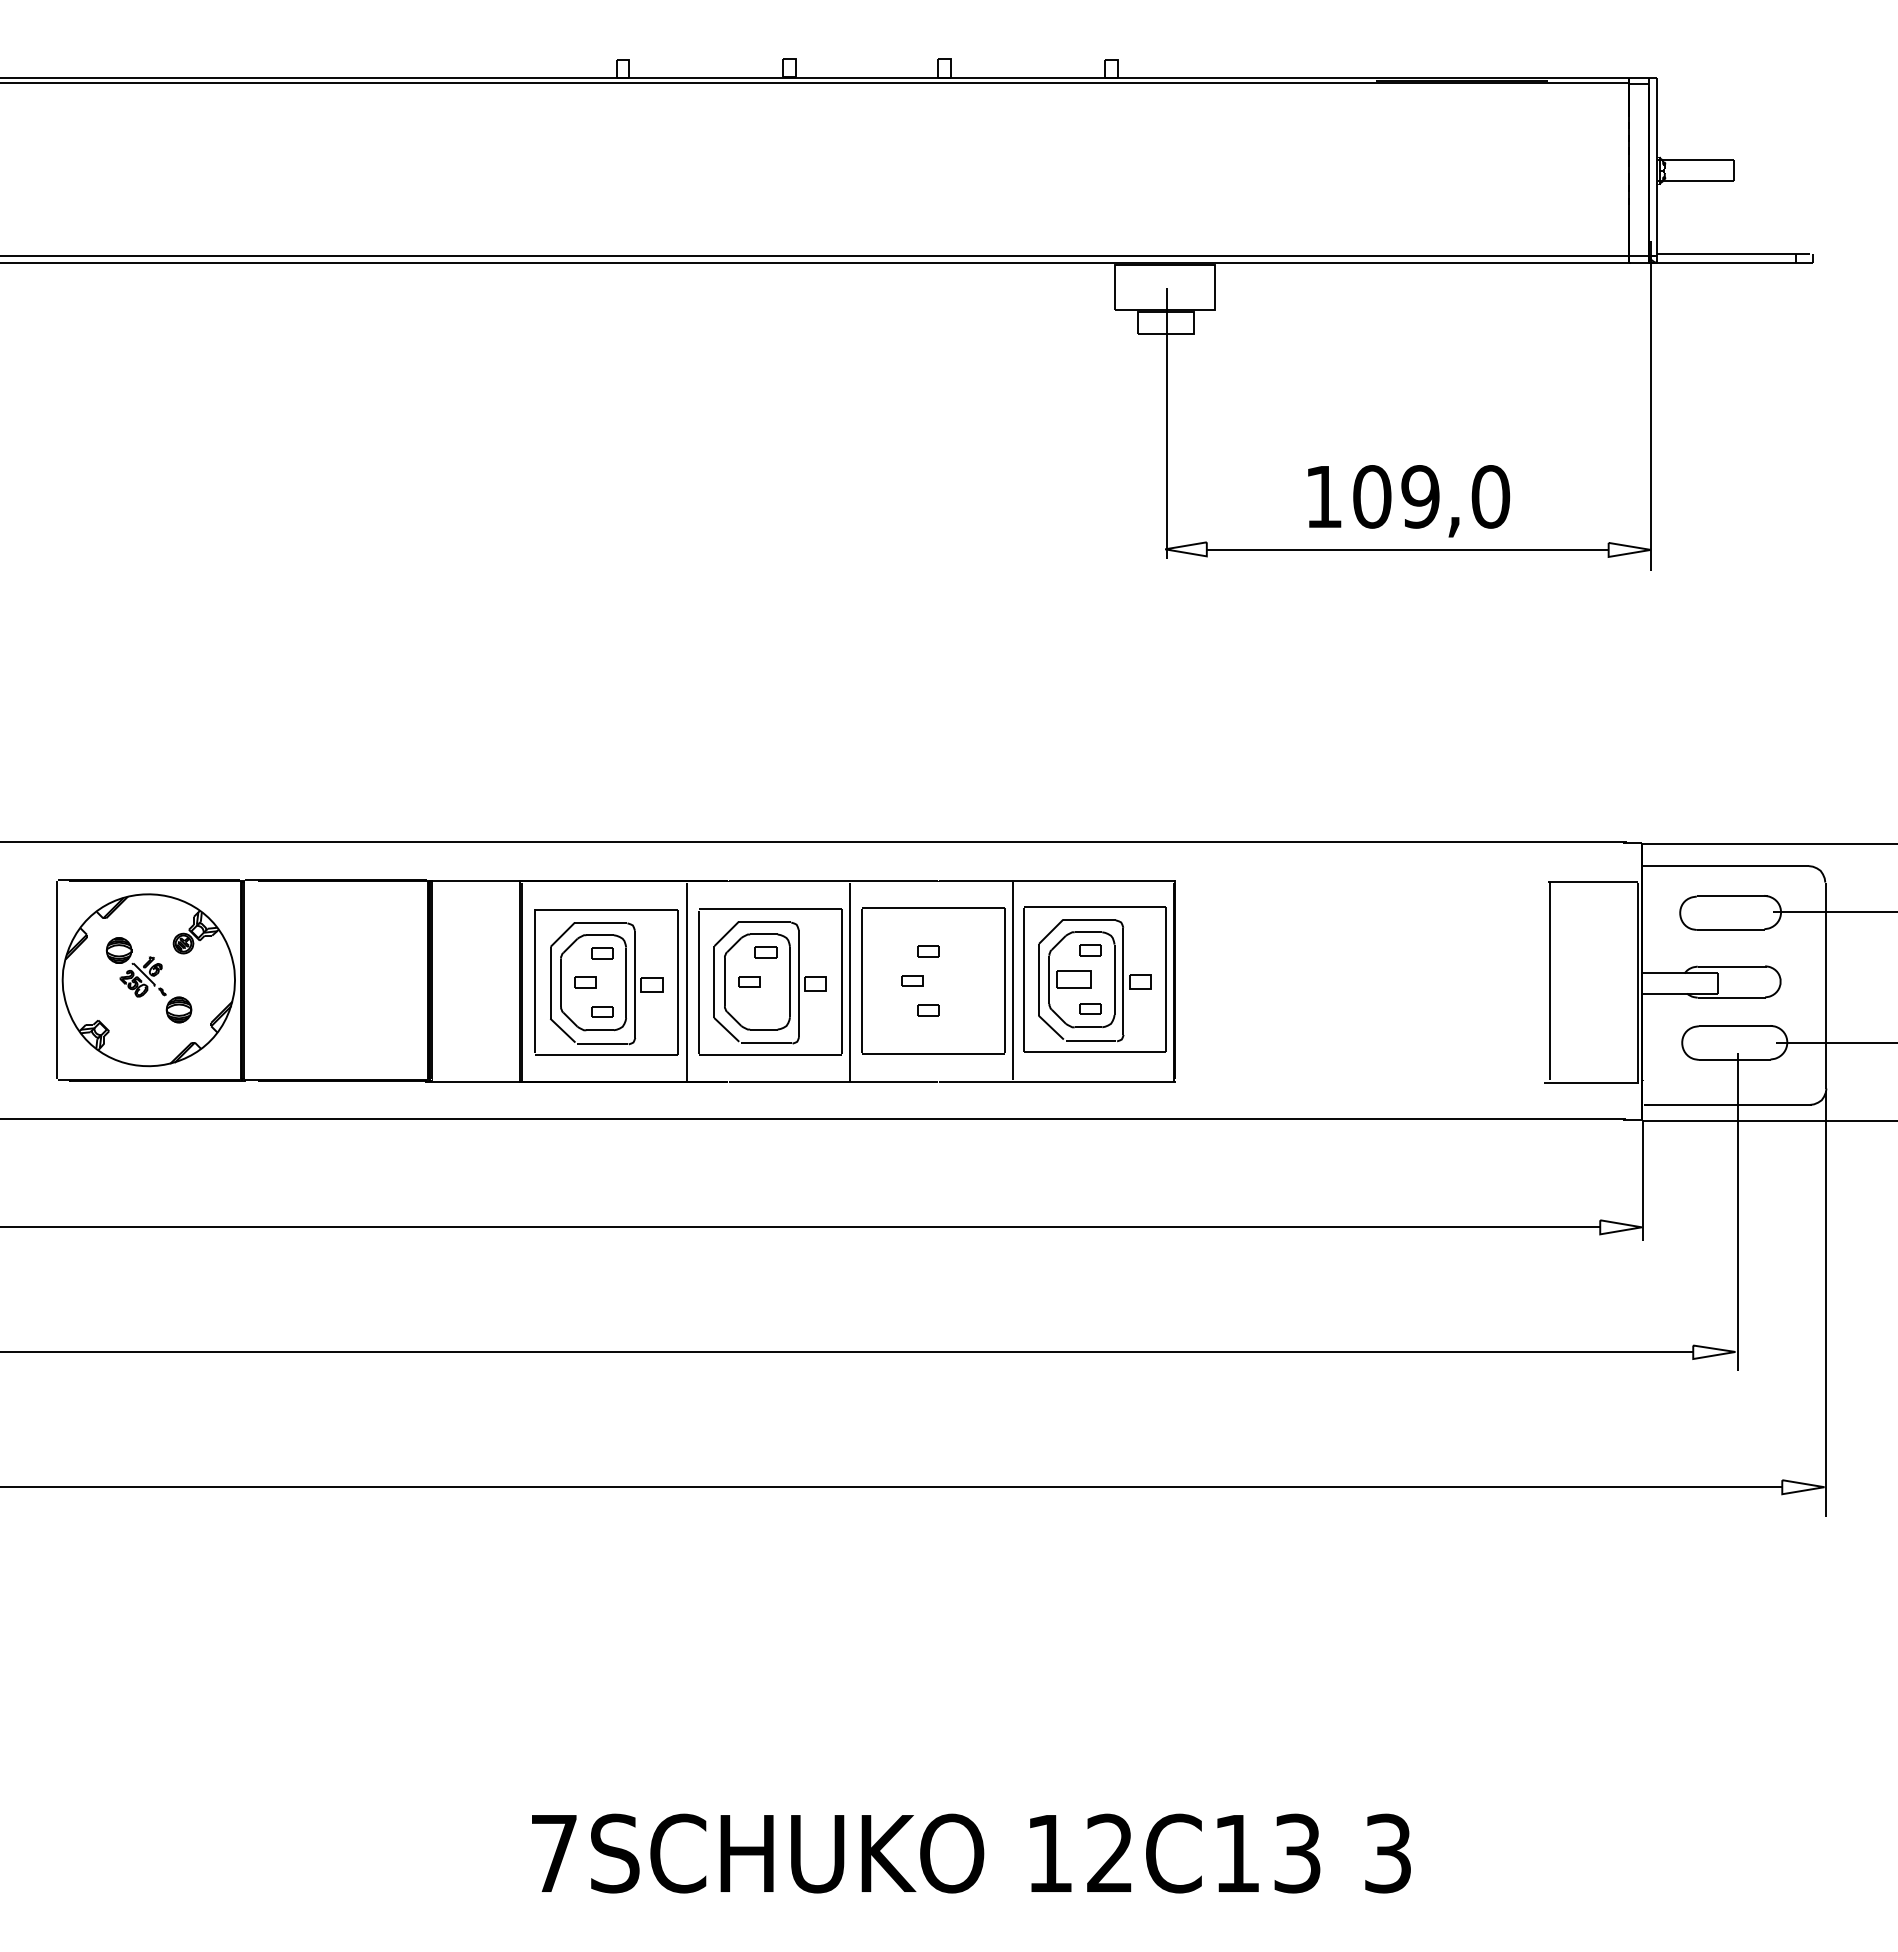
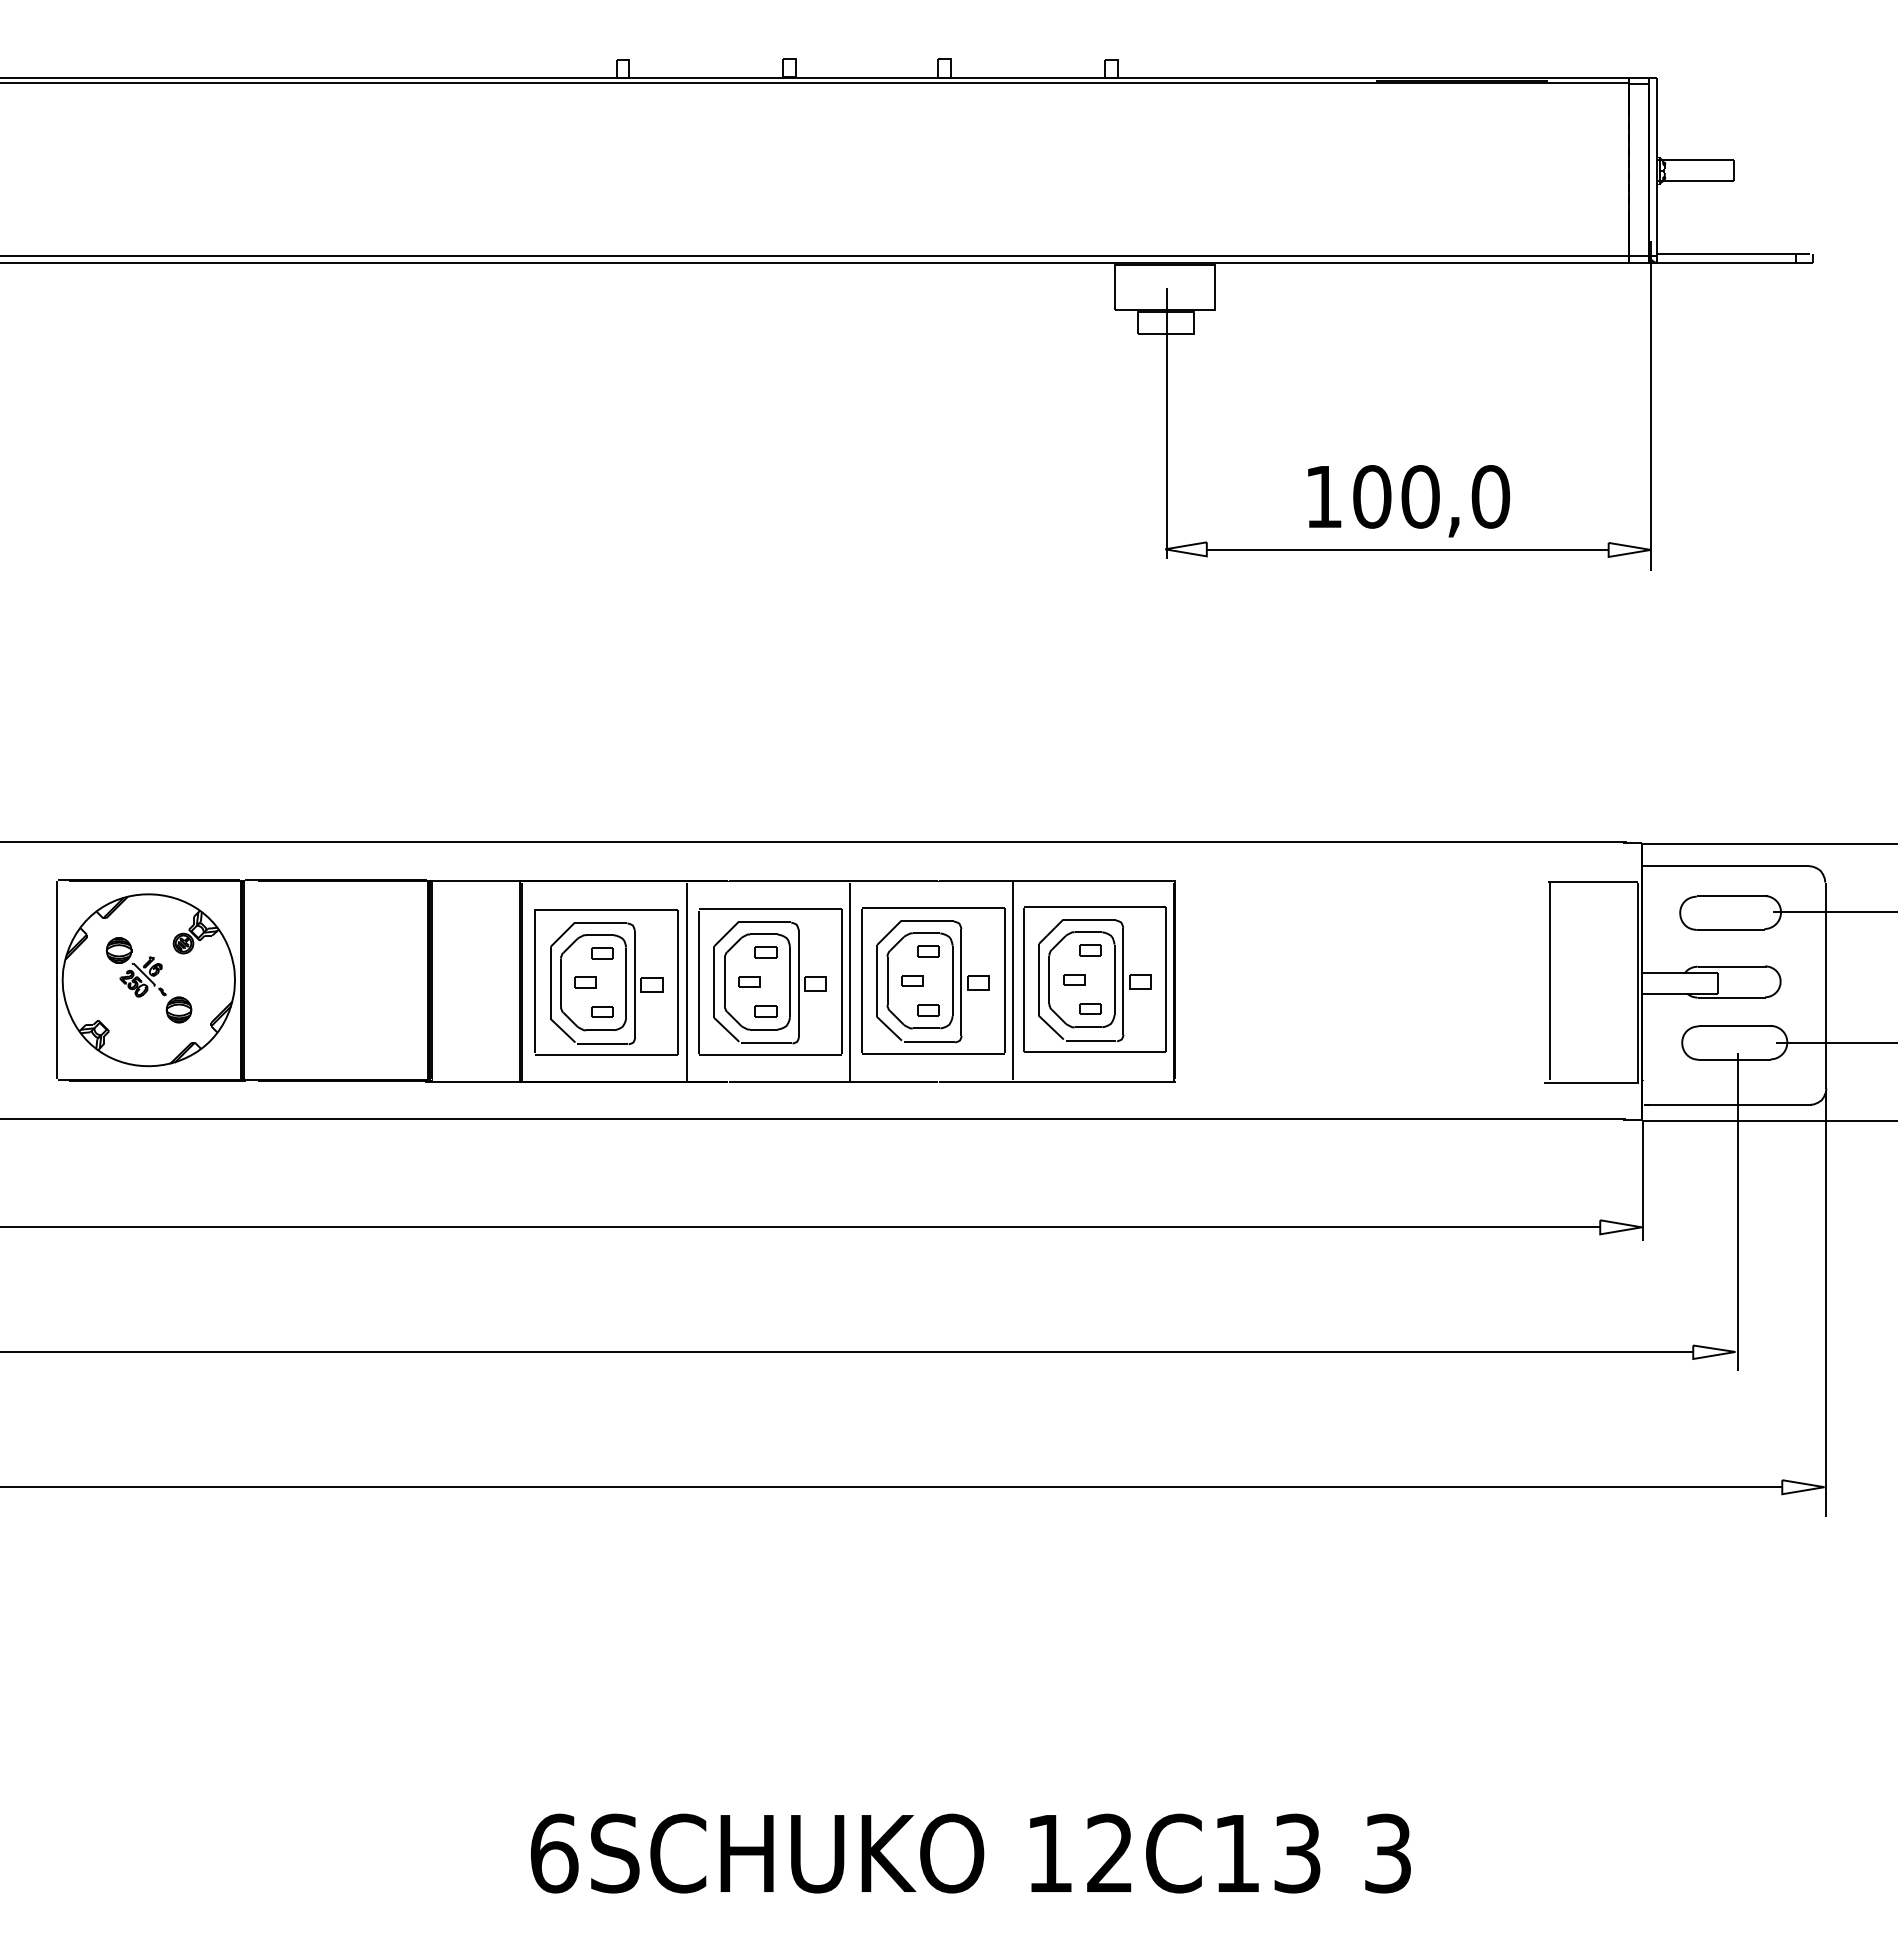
text at (1420, 496): 109 -> 100
part at (1073, 979) size: 36x19 px -> 23x12 px
part at (932, 981): none -> present
part at (765, 1011): none -> present
text at (554, 1853): 7SCHUKO -> 6SCHUKO
